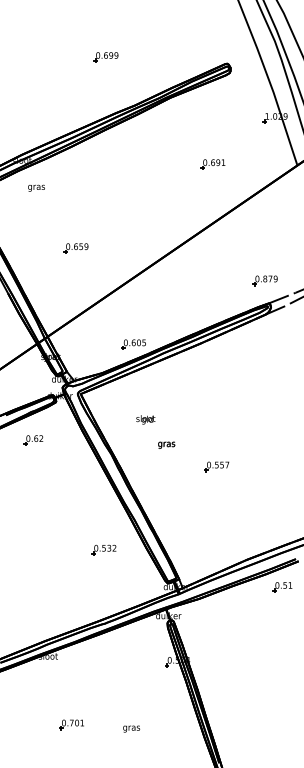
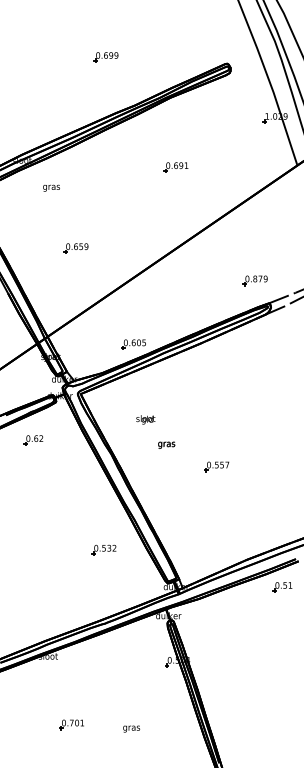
part at (212, 164) position: (212, 164) -> (175, 167)
text at (36, 187) position: (36, 187) -> (51, 187)
part at (264, 280) position: (264, 280) -> (254, 280)
